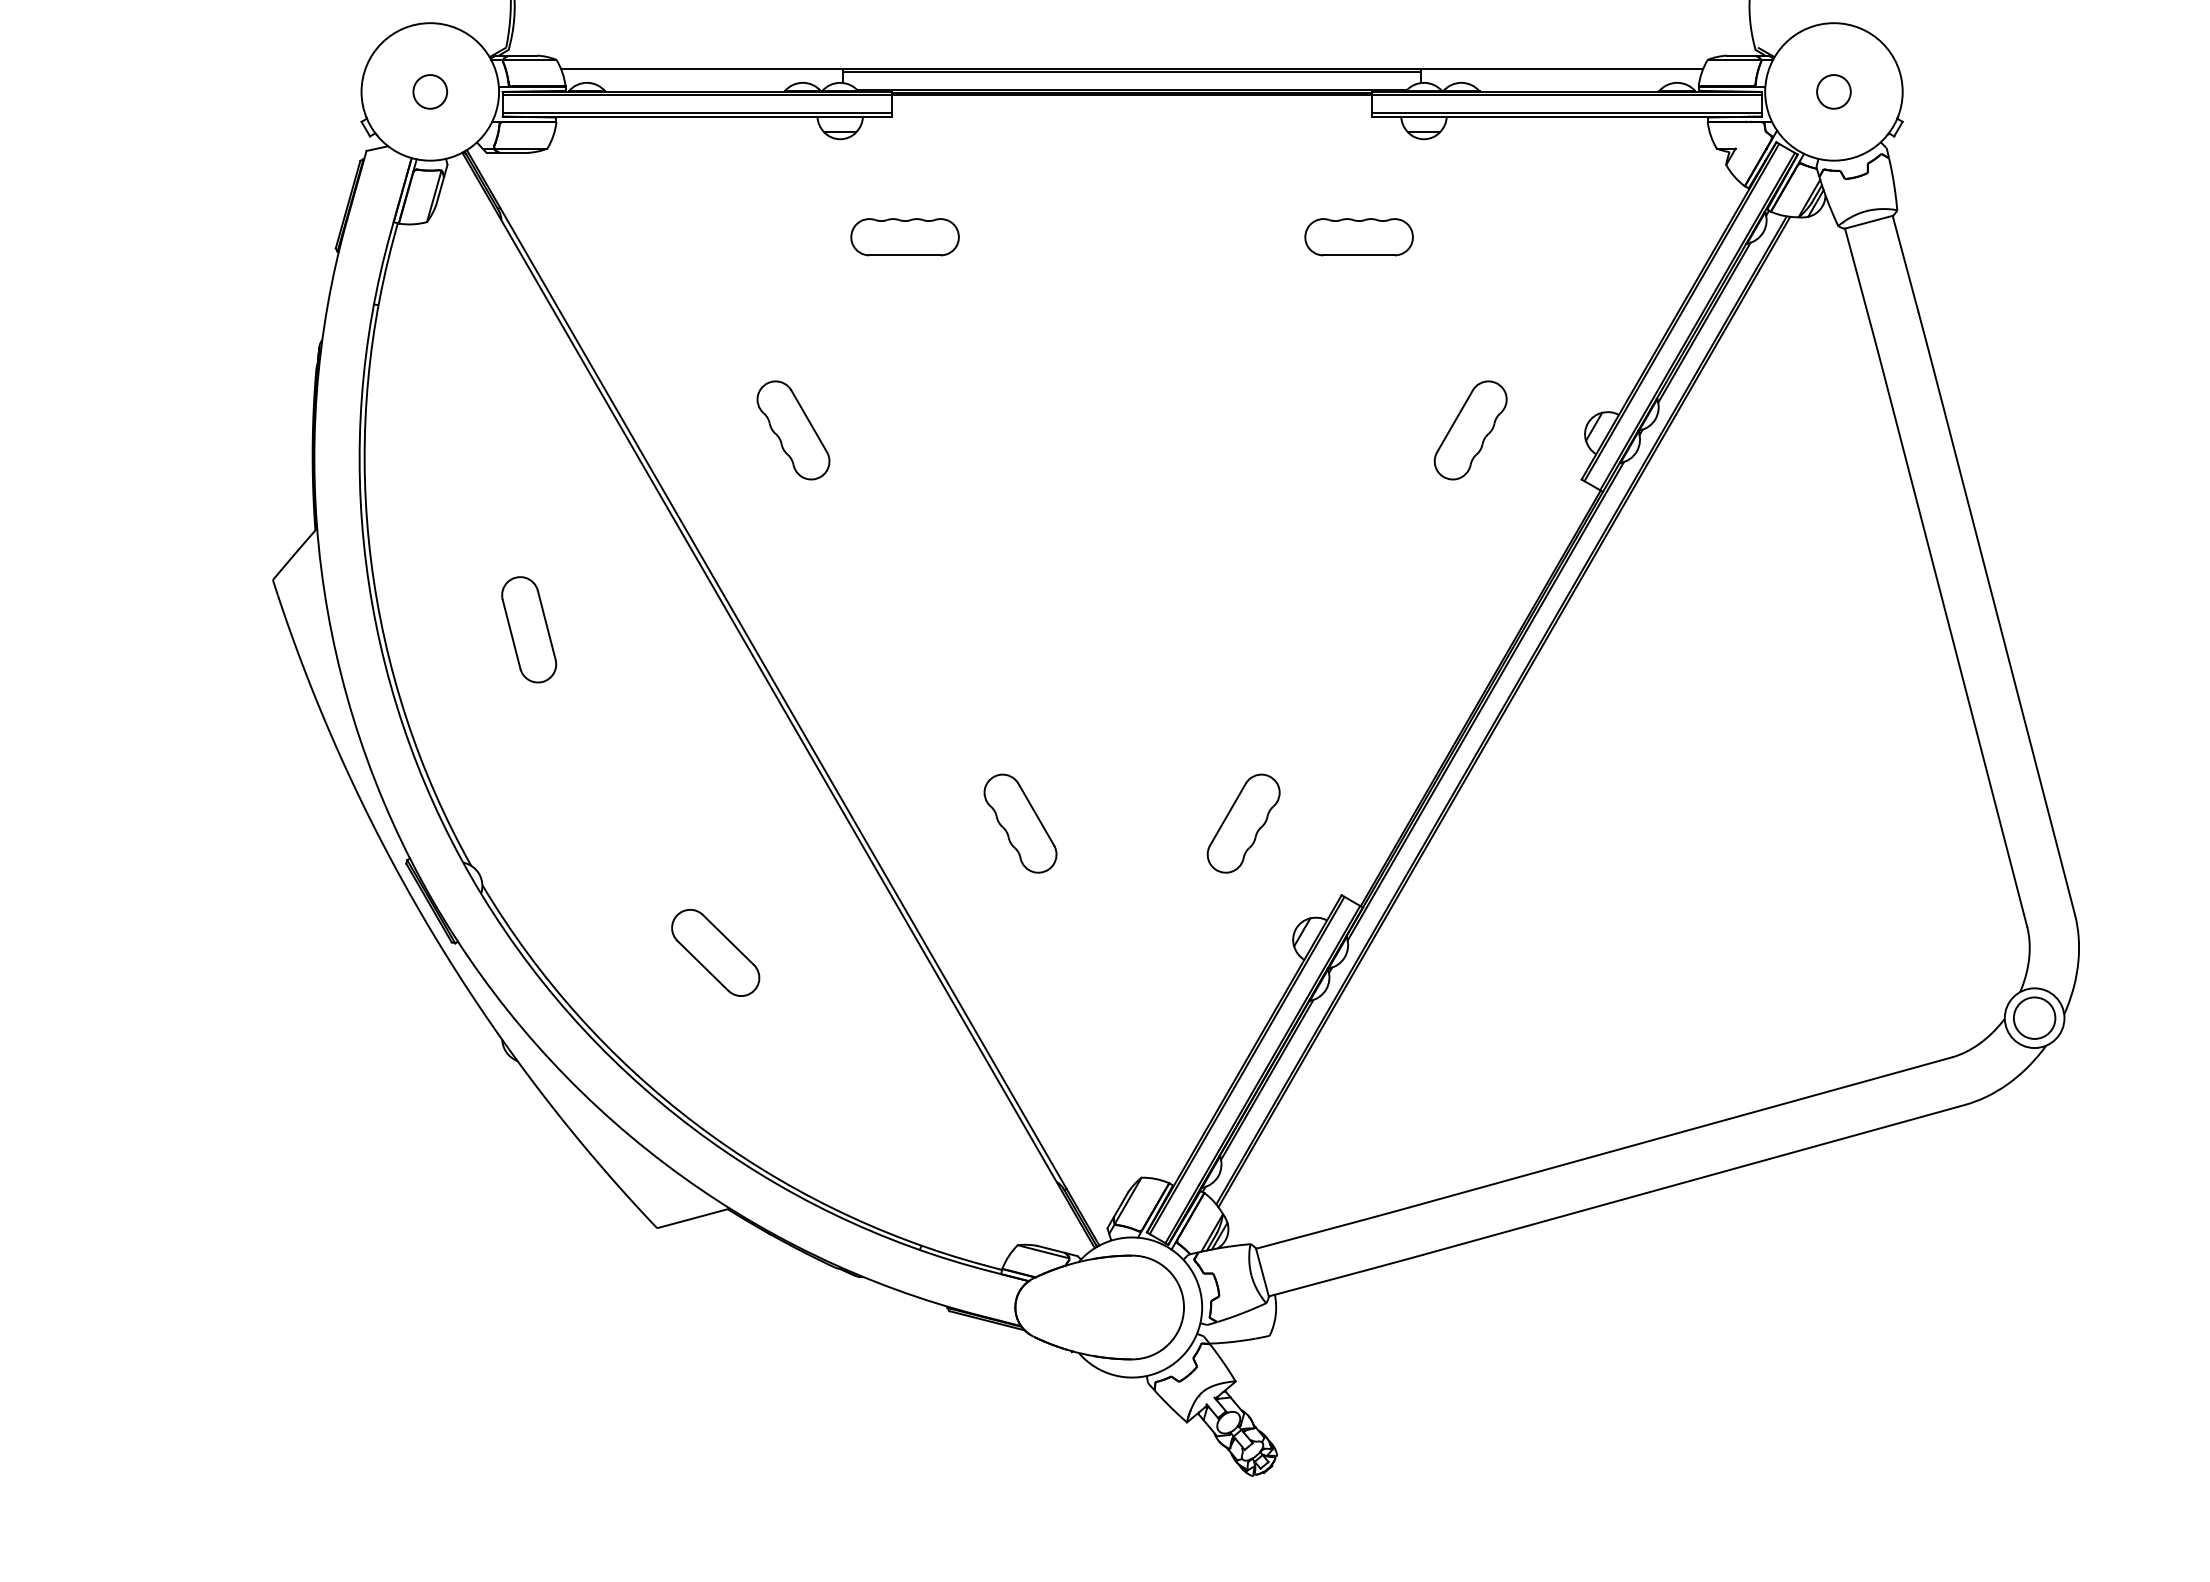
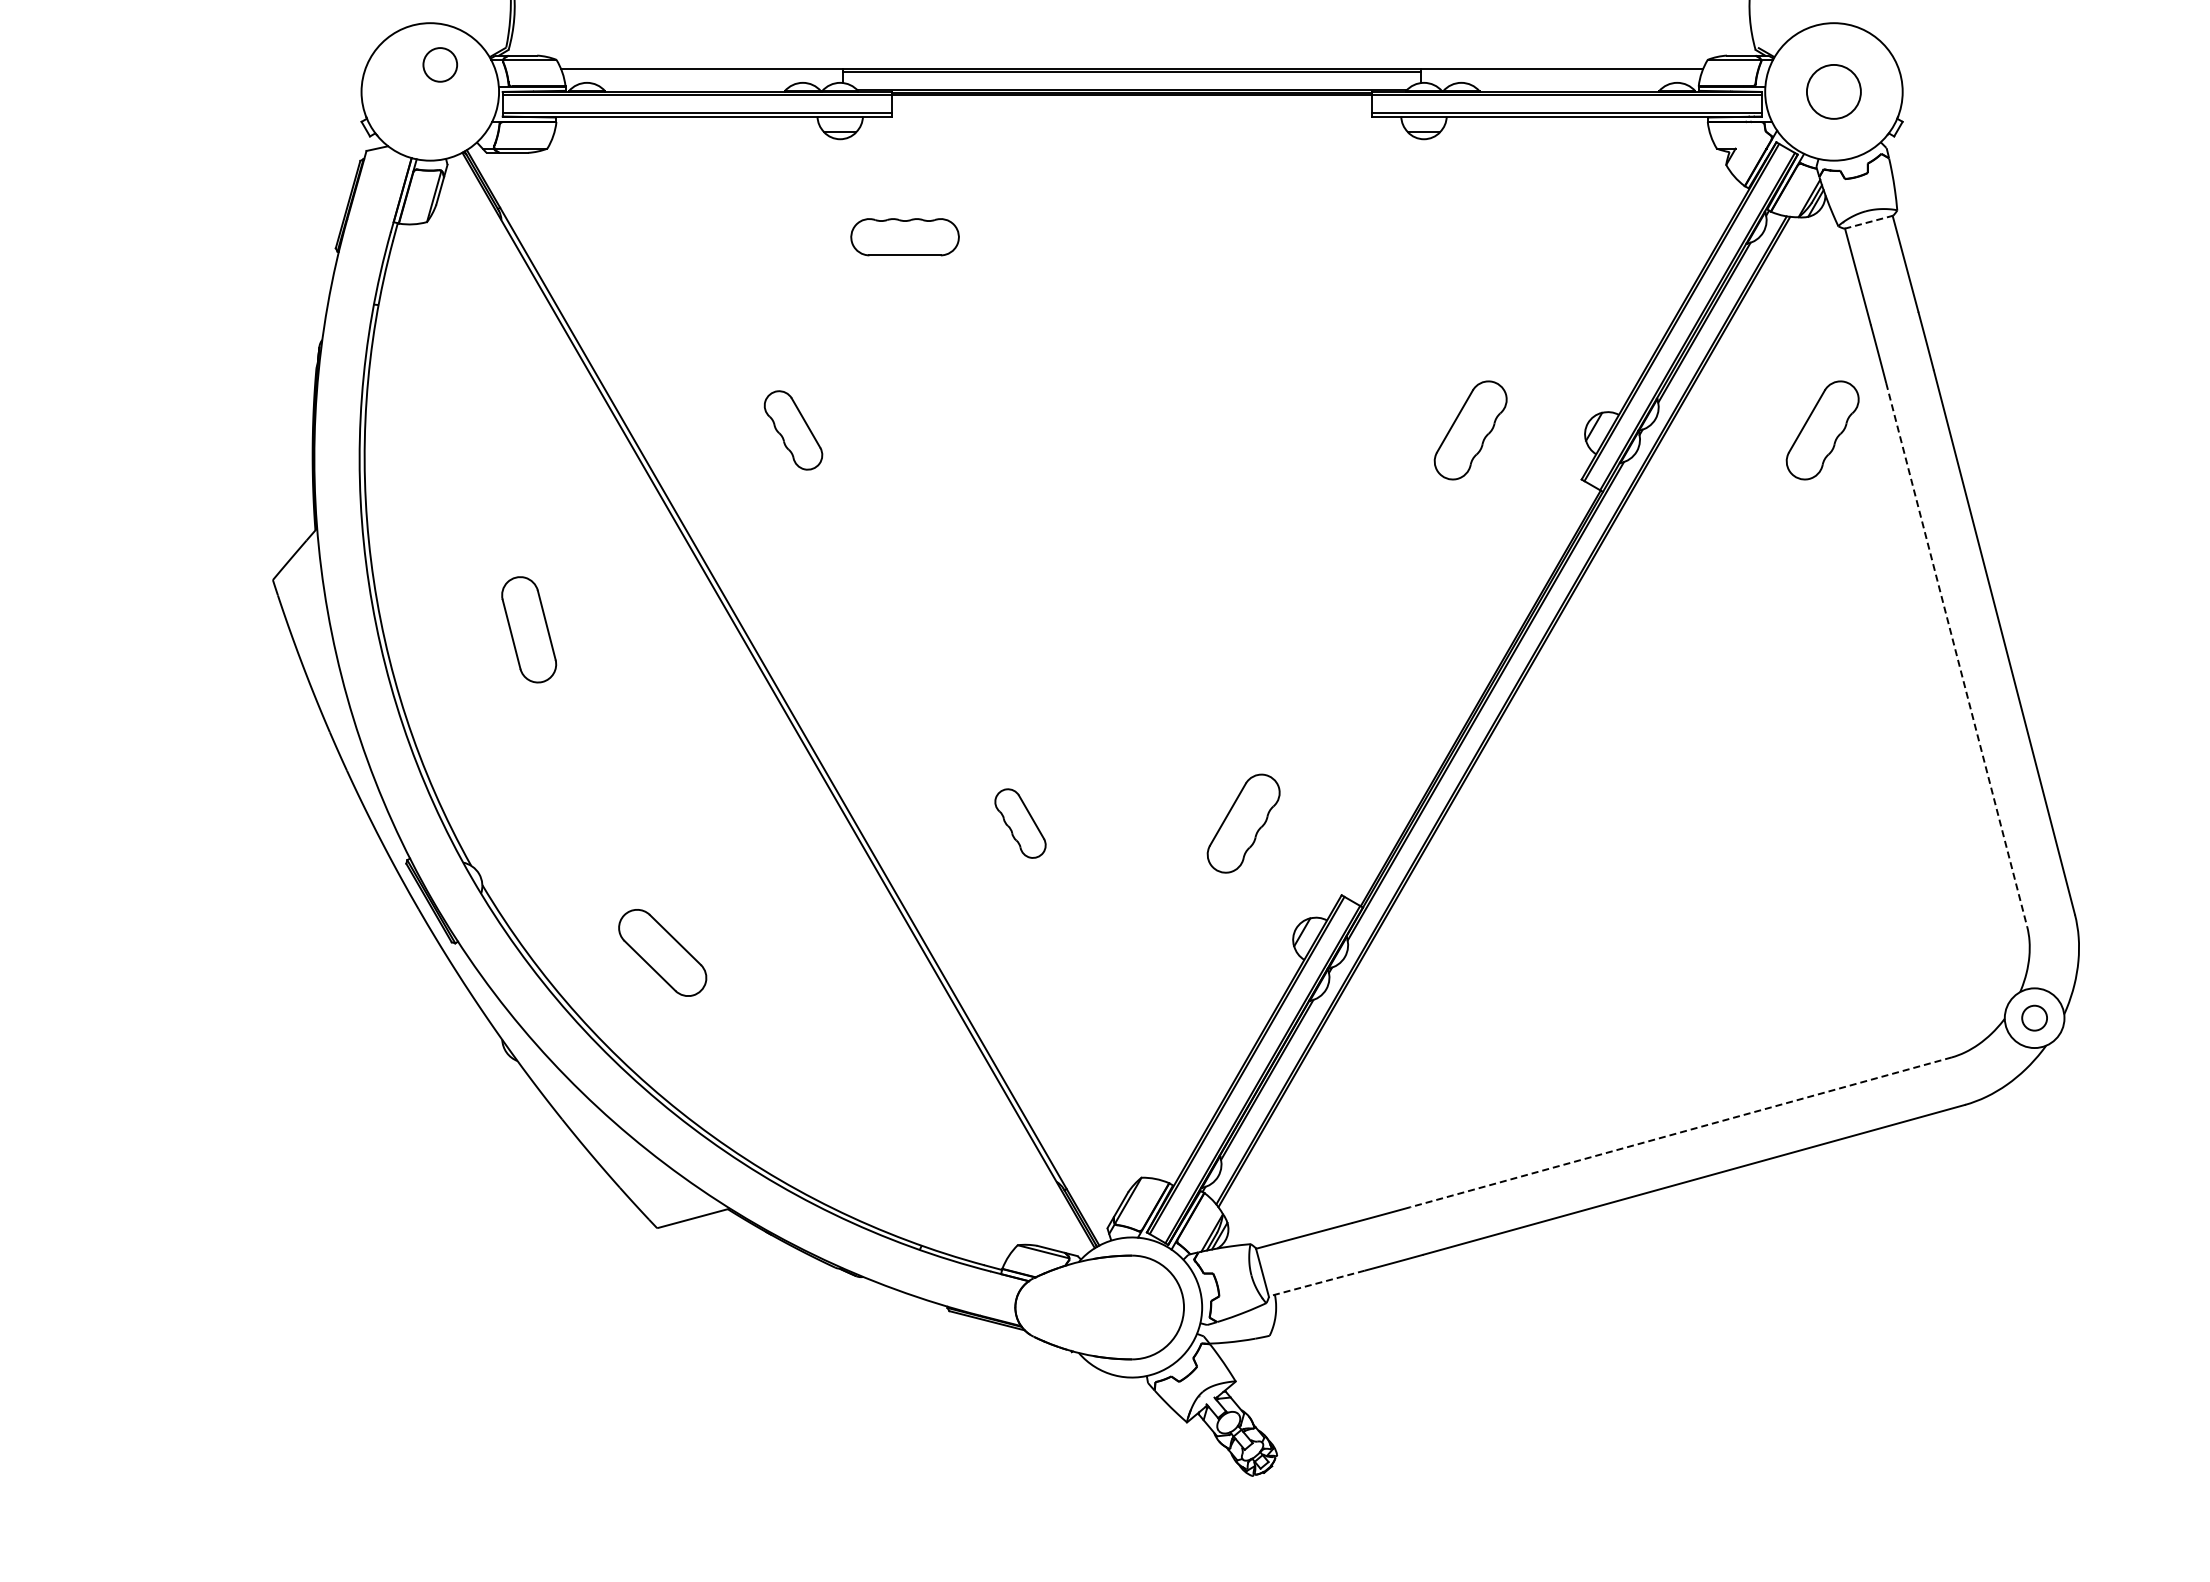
circle at (429, 91) position: (429, 91) -> (439, 64)
circle at (1833, 91) diameter: 34 px -> 54 px
line at (1869, 222): solid -> dashed
part at (1358, 237): present -> none
part at (793, 430) size: 75x101 px -> 61x81 px
part at (1822, 430): none -> present
line at (1956, 655): solid -> dashed
part at (1020, 823) size: 75x101 px -> 53x71 px
part at (715, 952) position: (715, 952) -> (662, 952)
circle at (2034, 1017) diameter: 42 px -> 25 px
line at (1681, 1132): solid -> dashed
line at (1316, 1283): solid -> dashed
